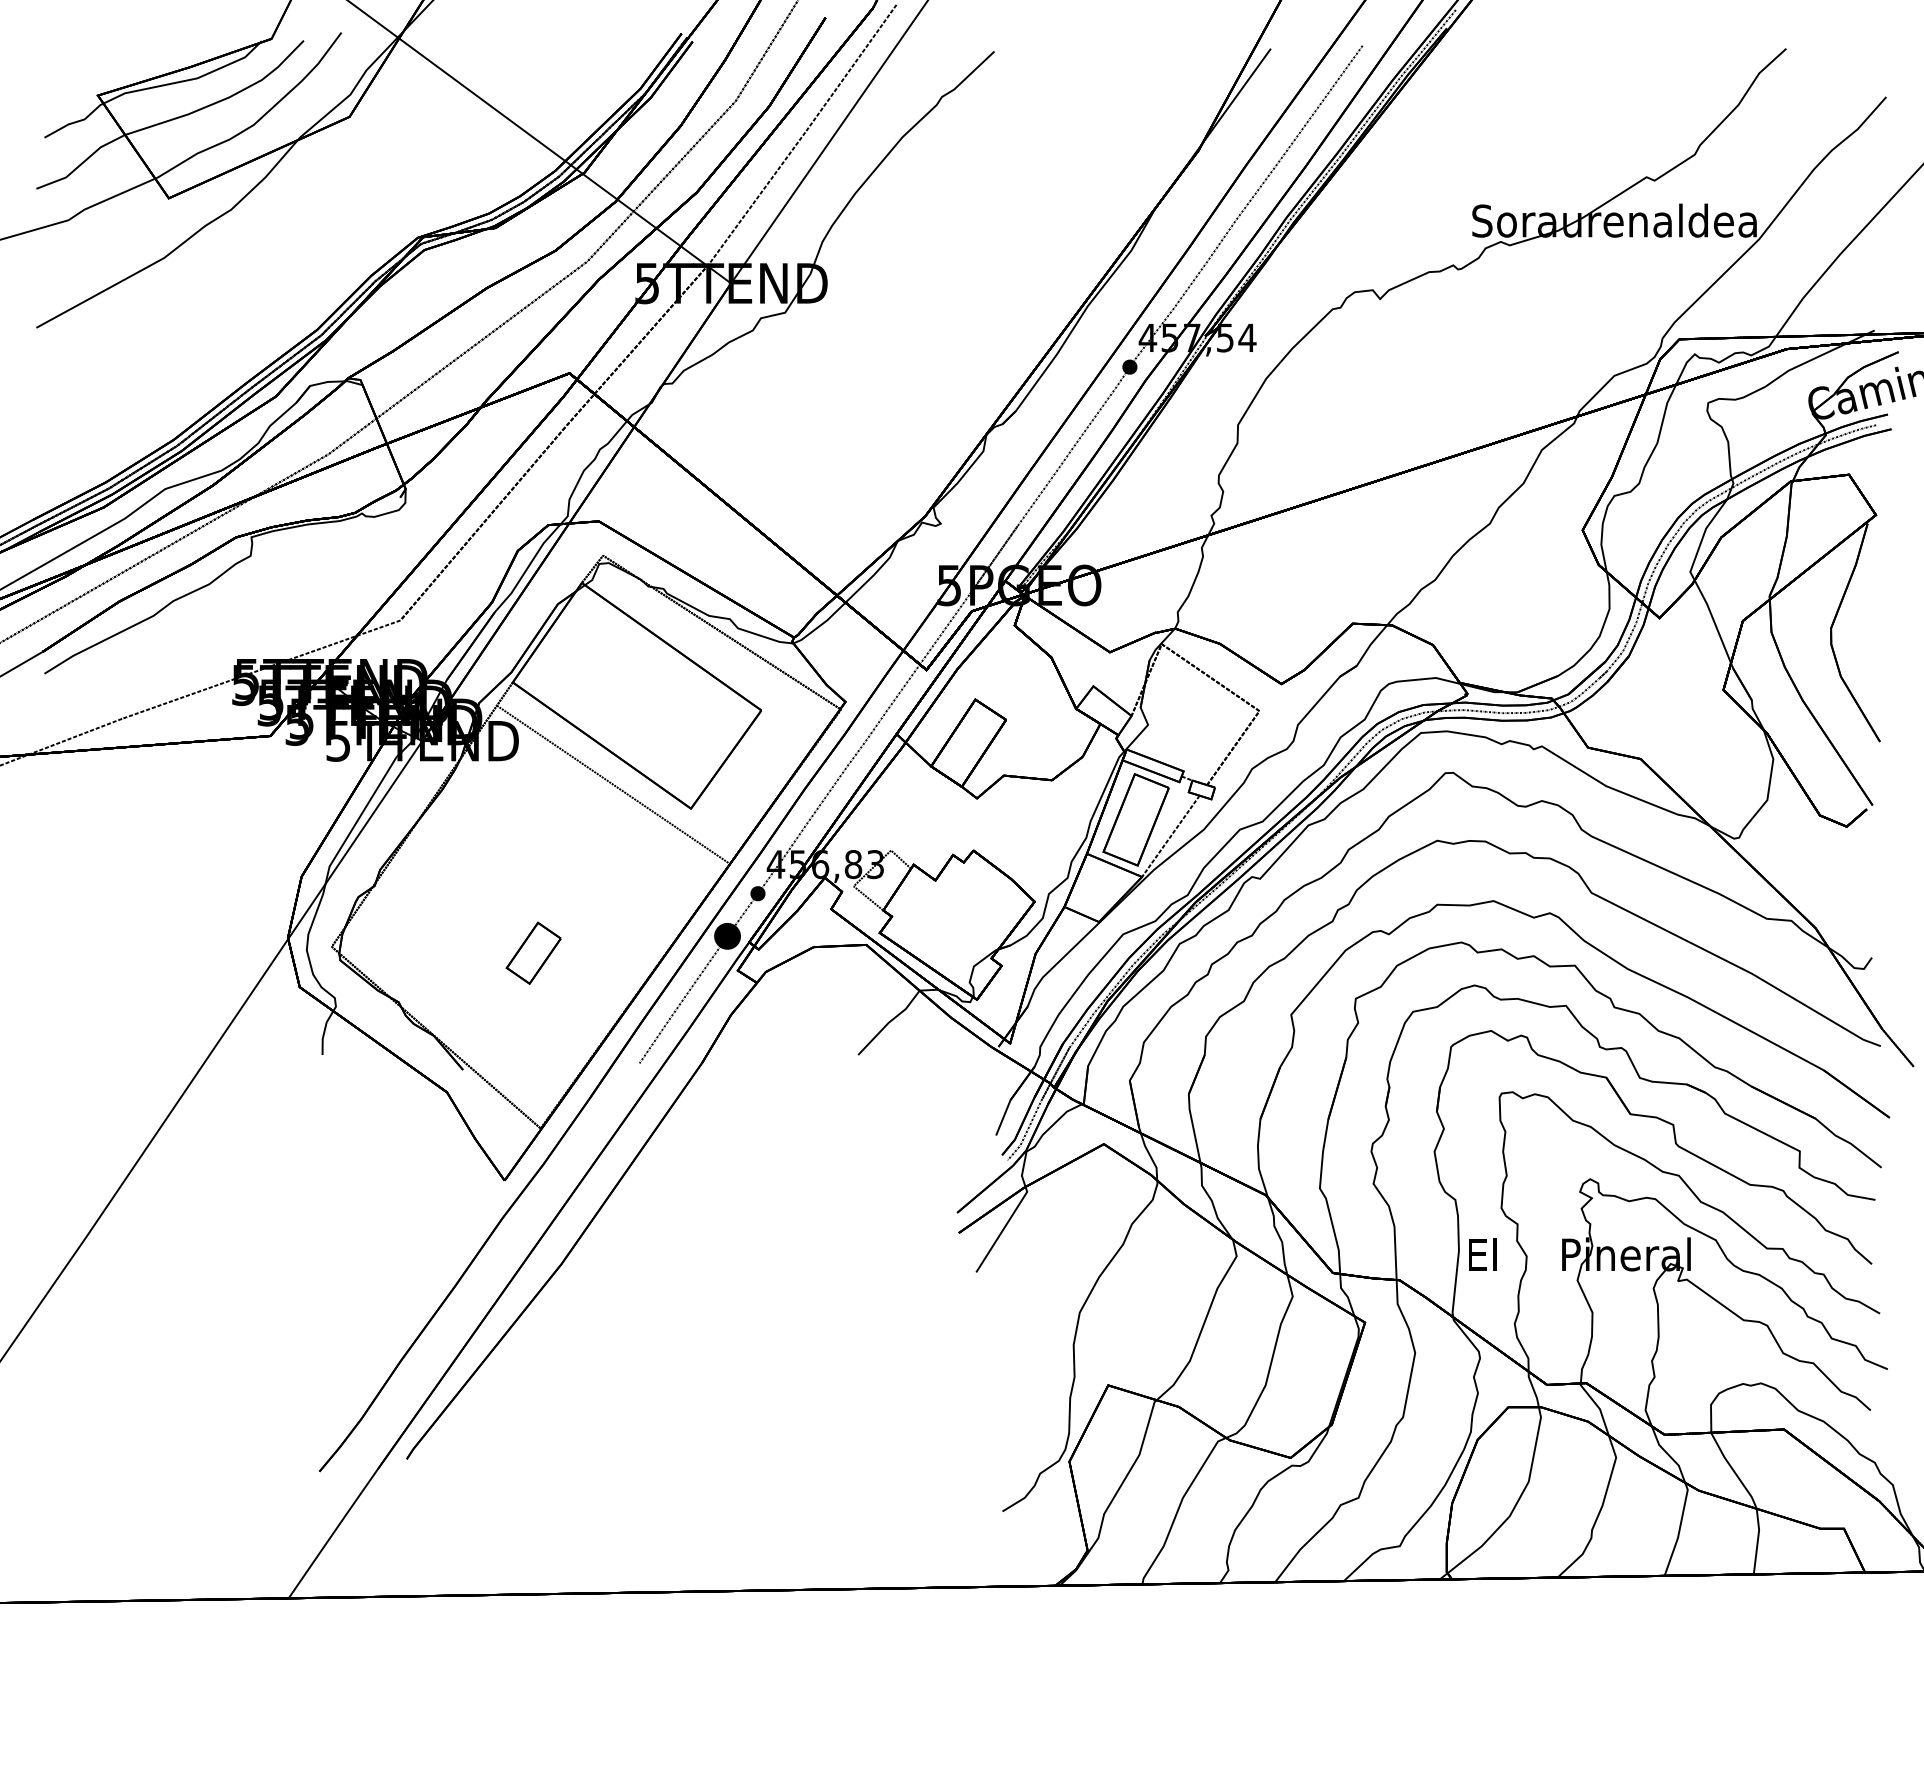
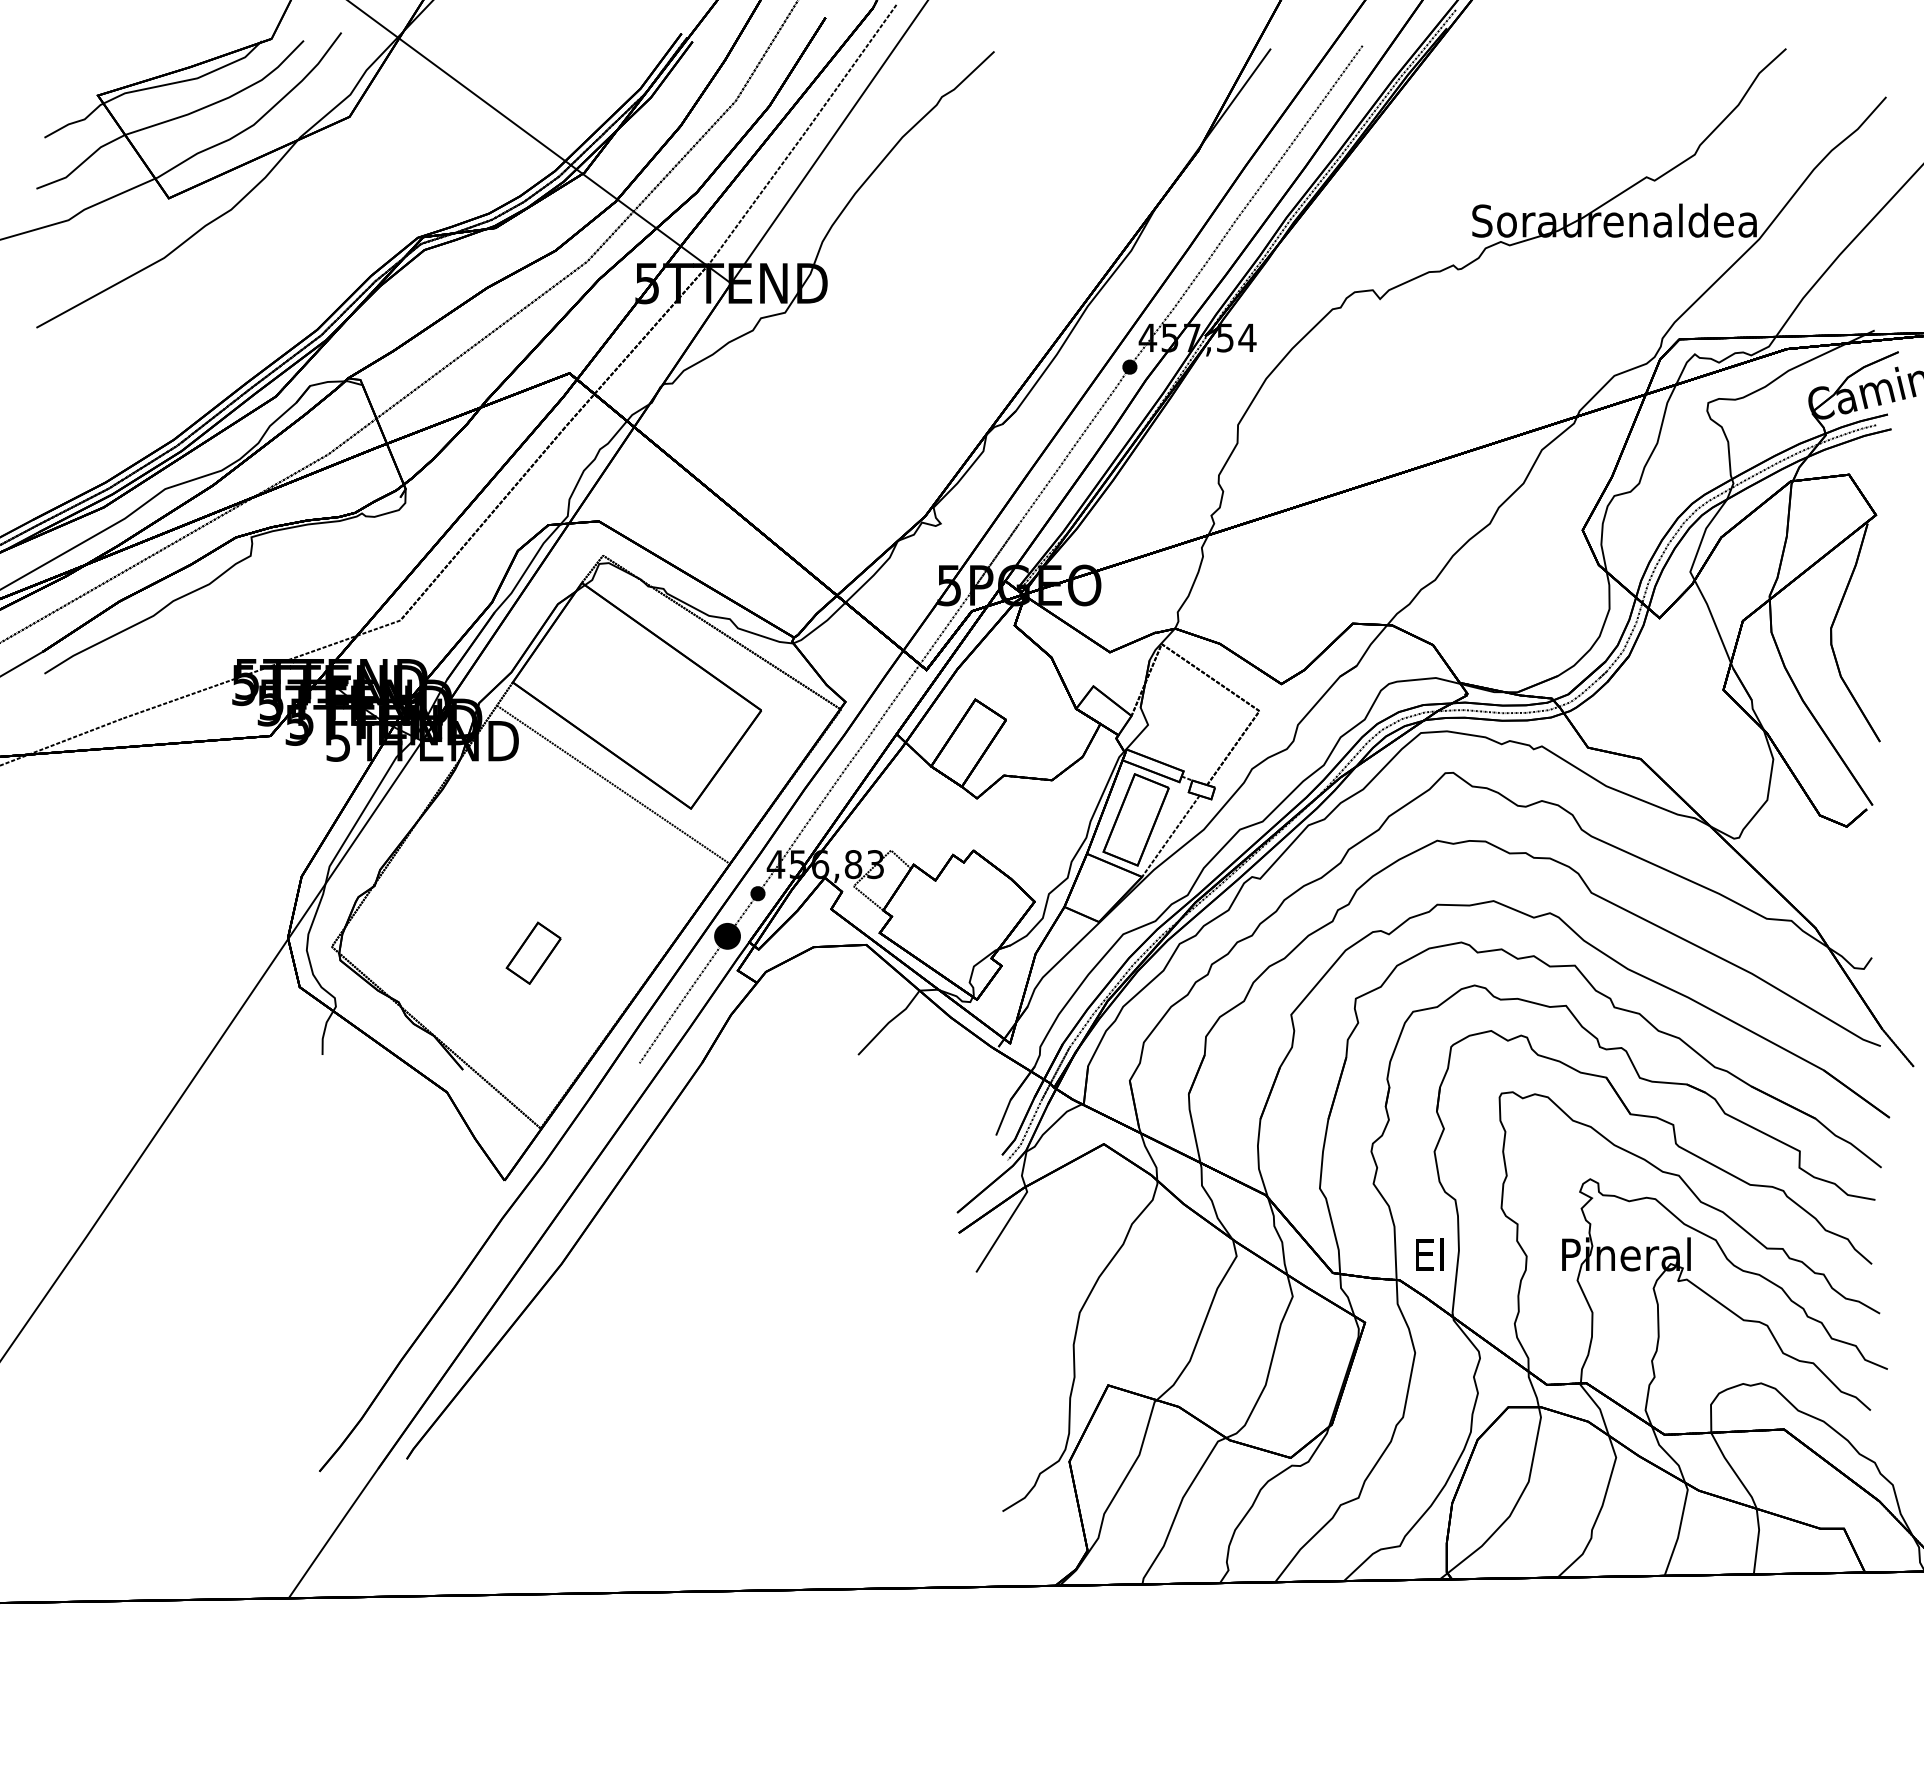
text at (1482, 1254) position: (1482, 1254) -> (1429, 1254)
